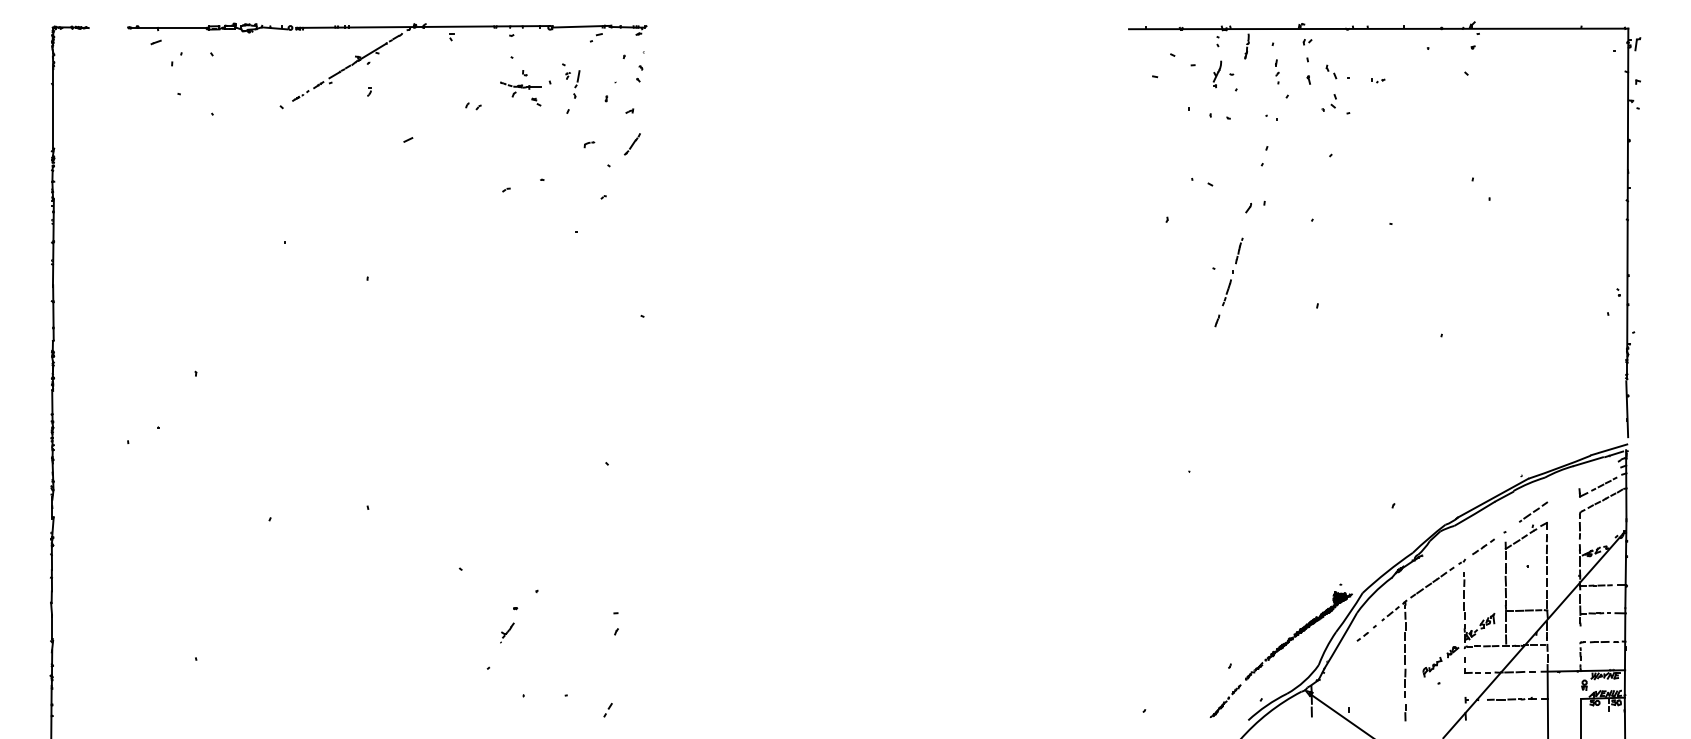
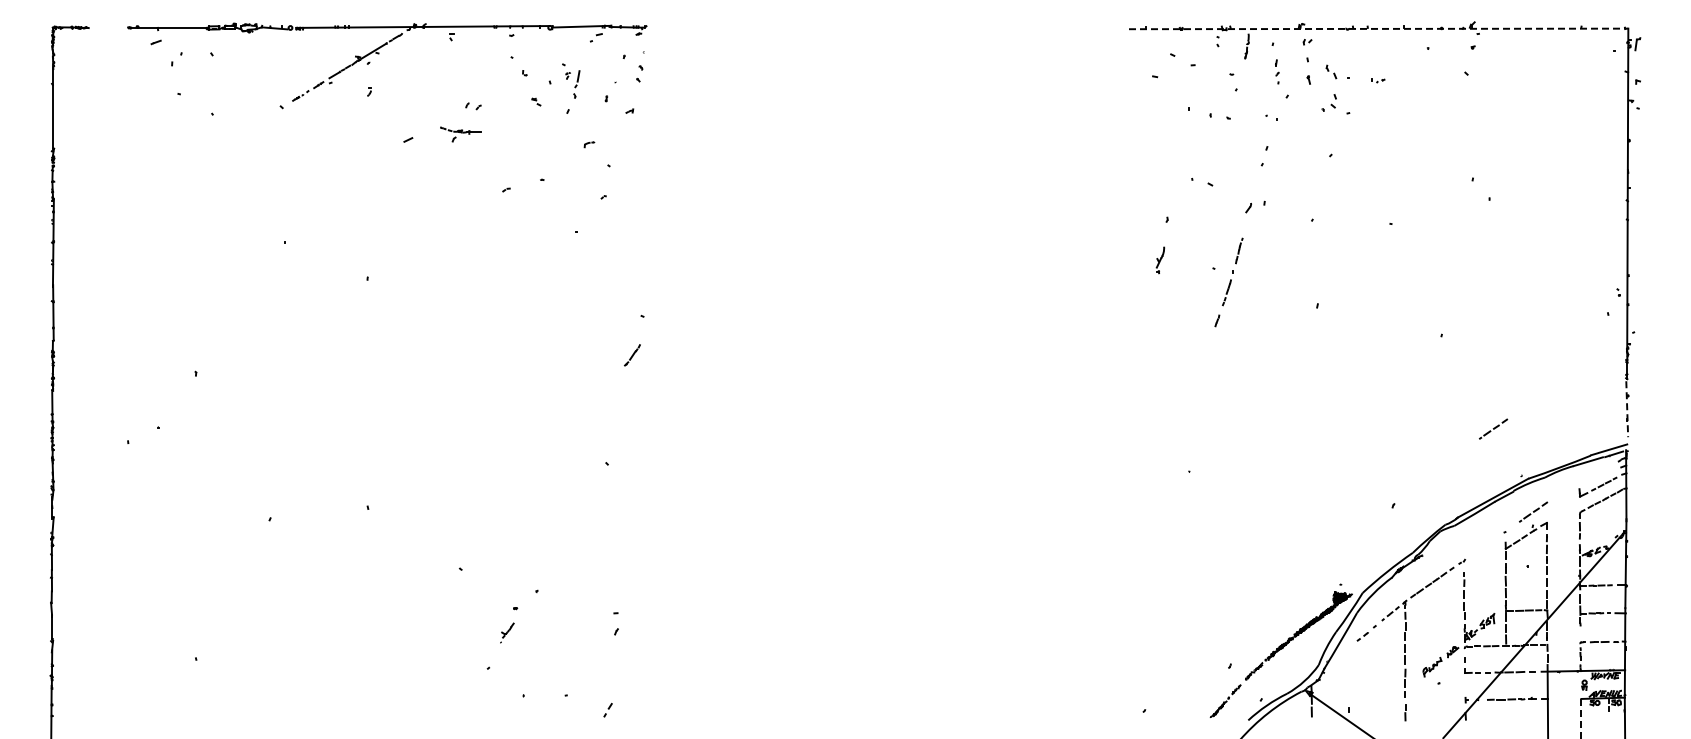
line at (1378, 28): solid -> dashed
part at (1217, 74) position: (1217, 74) -> (1160, 260)
part at (520, 89) position: (520, 89) -> (460, 134)
line at (632, 144) position: (632, 144) -> (632, 355)
line at (1627, 409): solid -> dashed
part at (1493, 428): none -> present
part at (1483, 546): present -> none
line at (1581, 718): solid -> dashed
